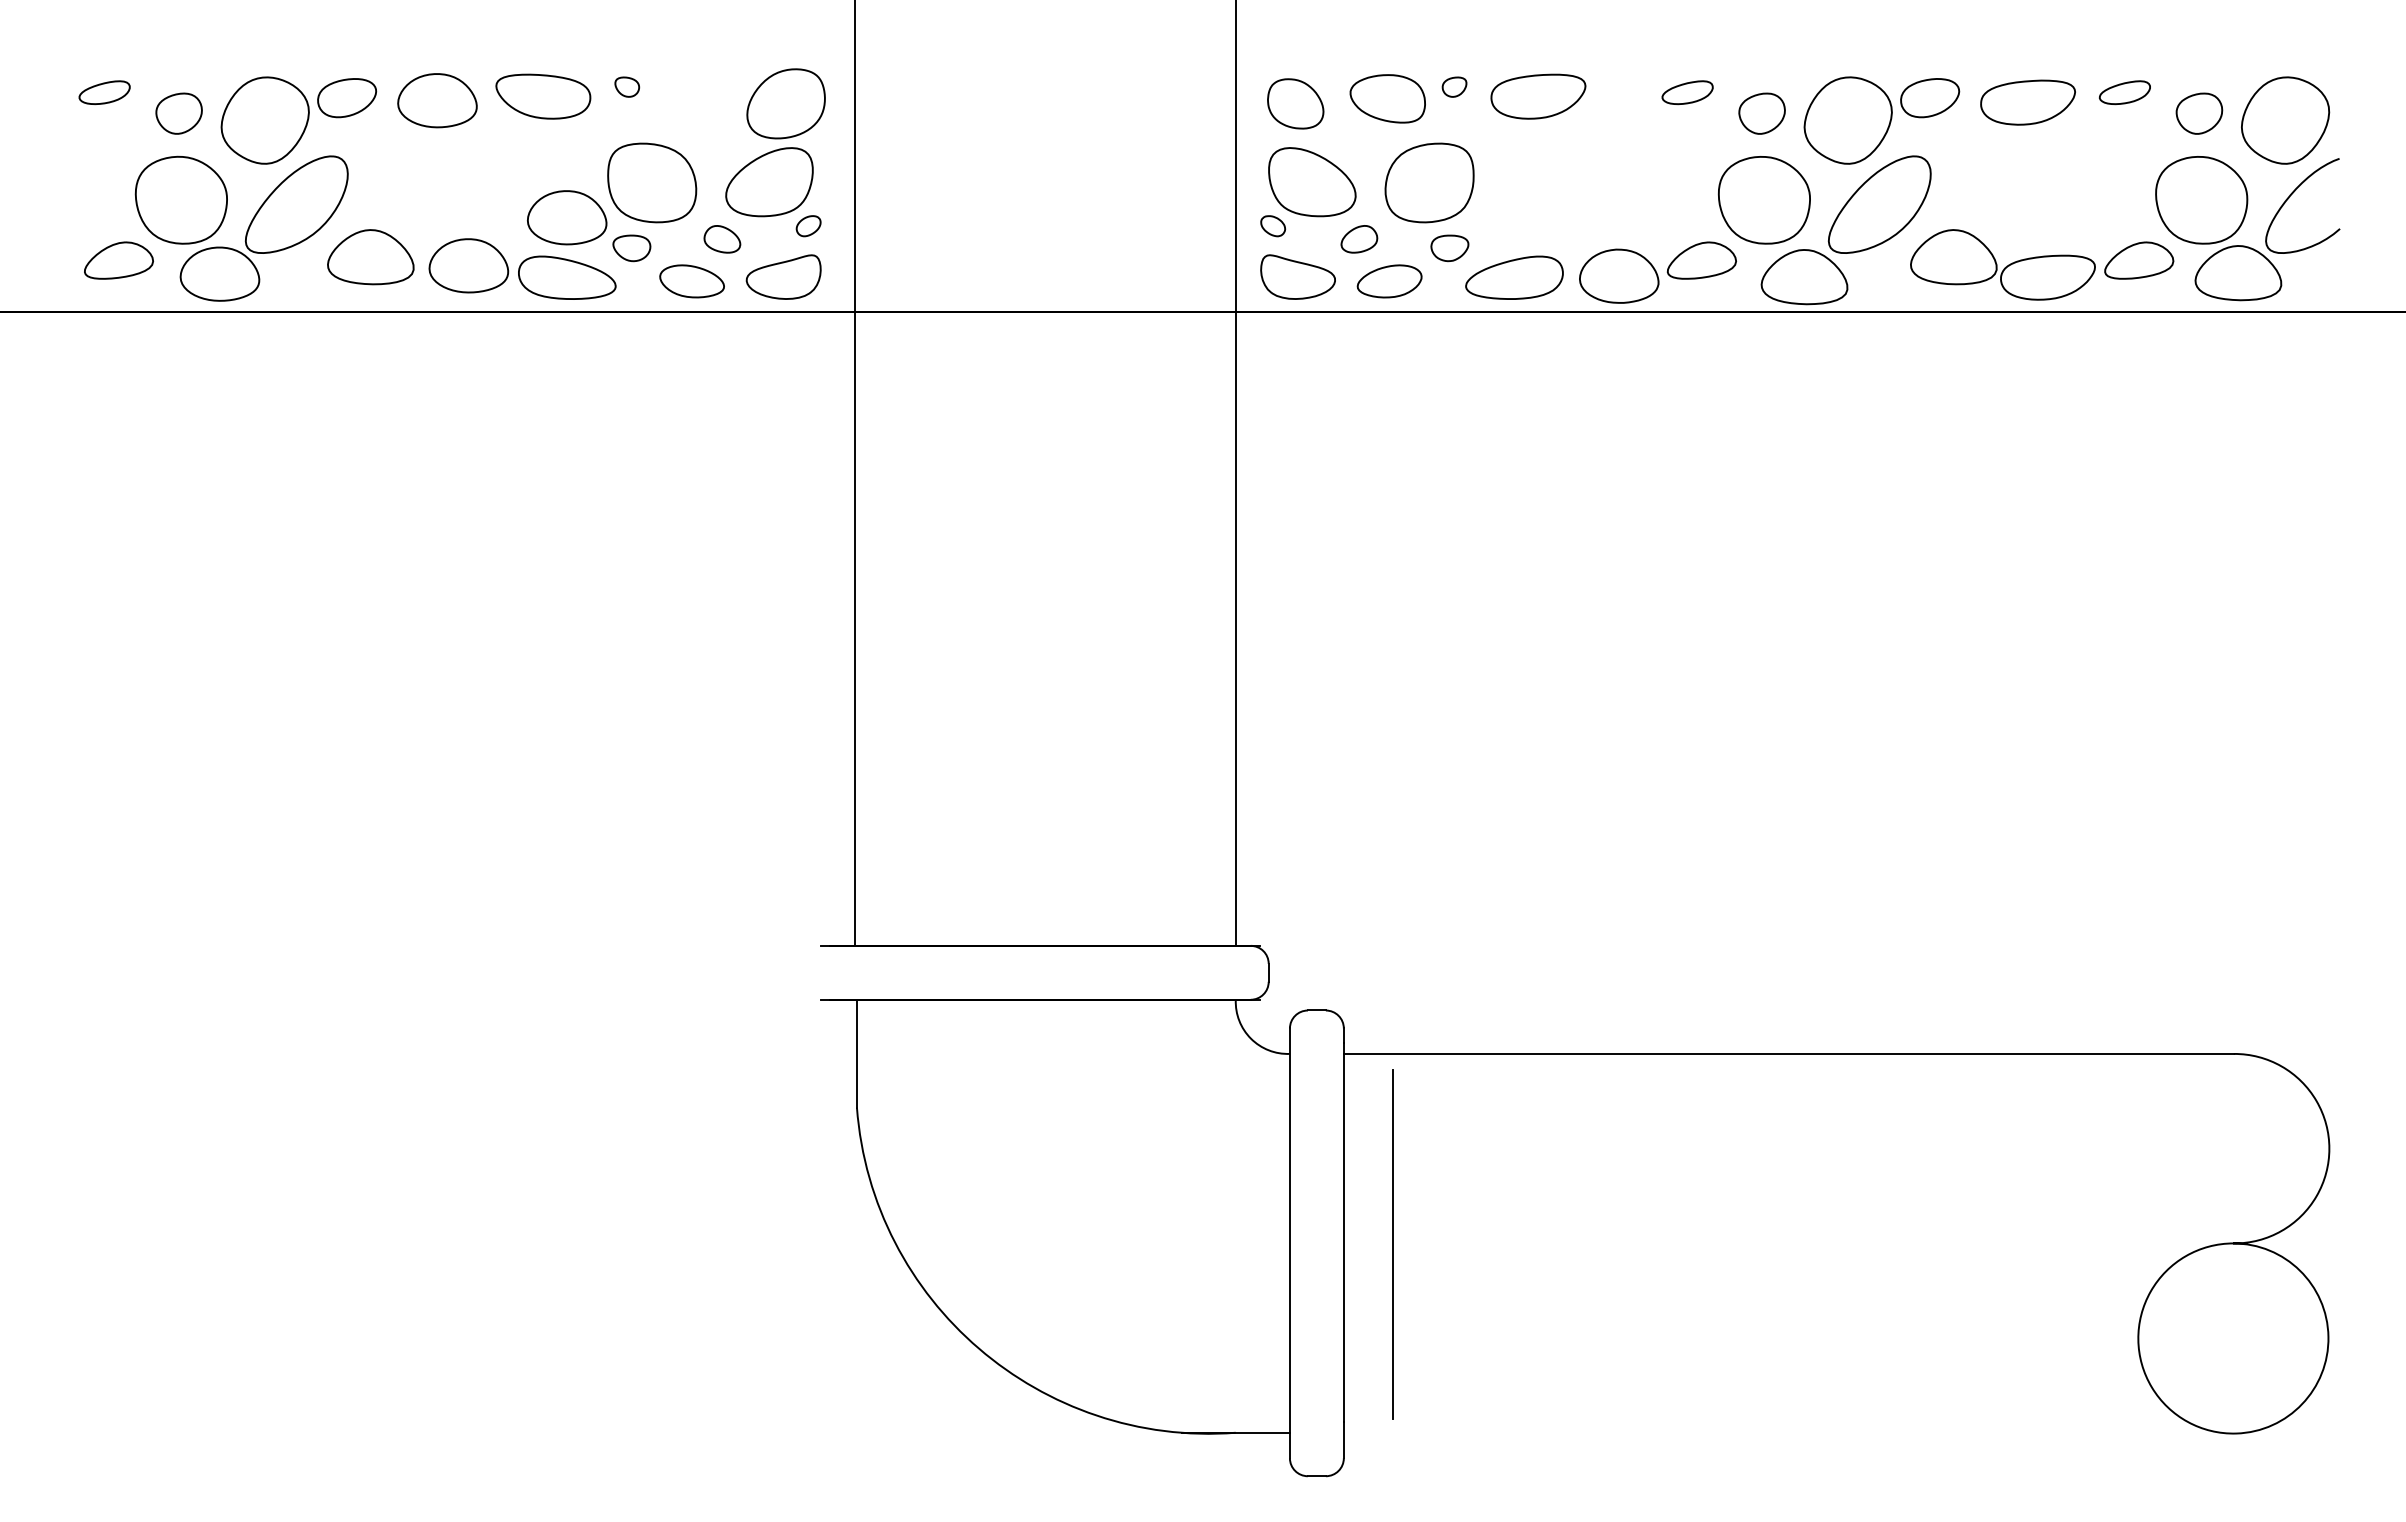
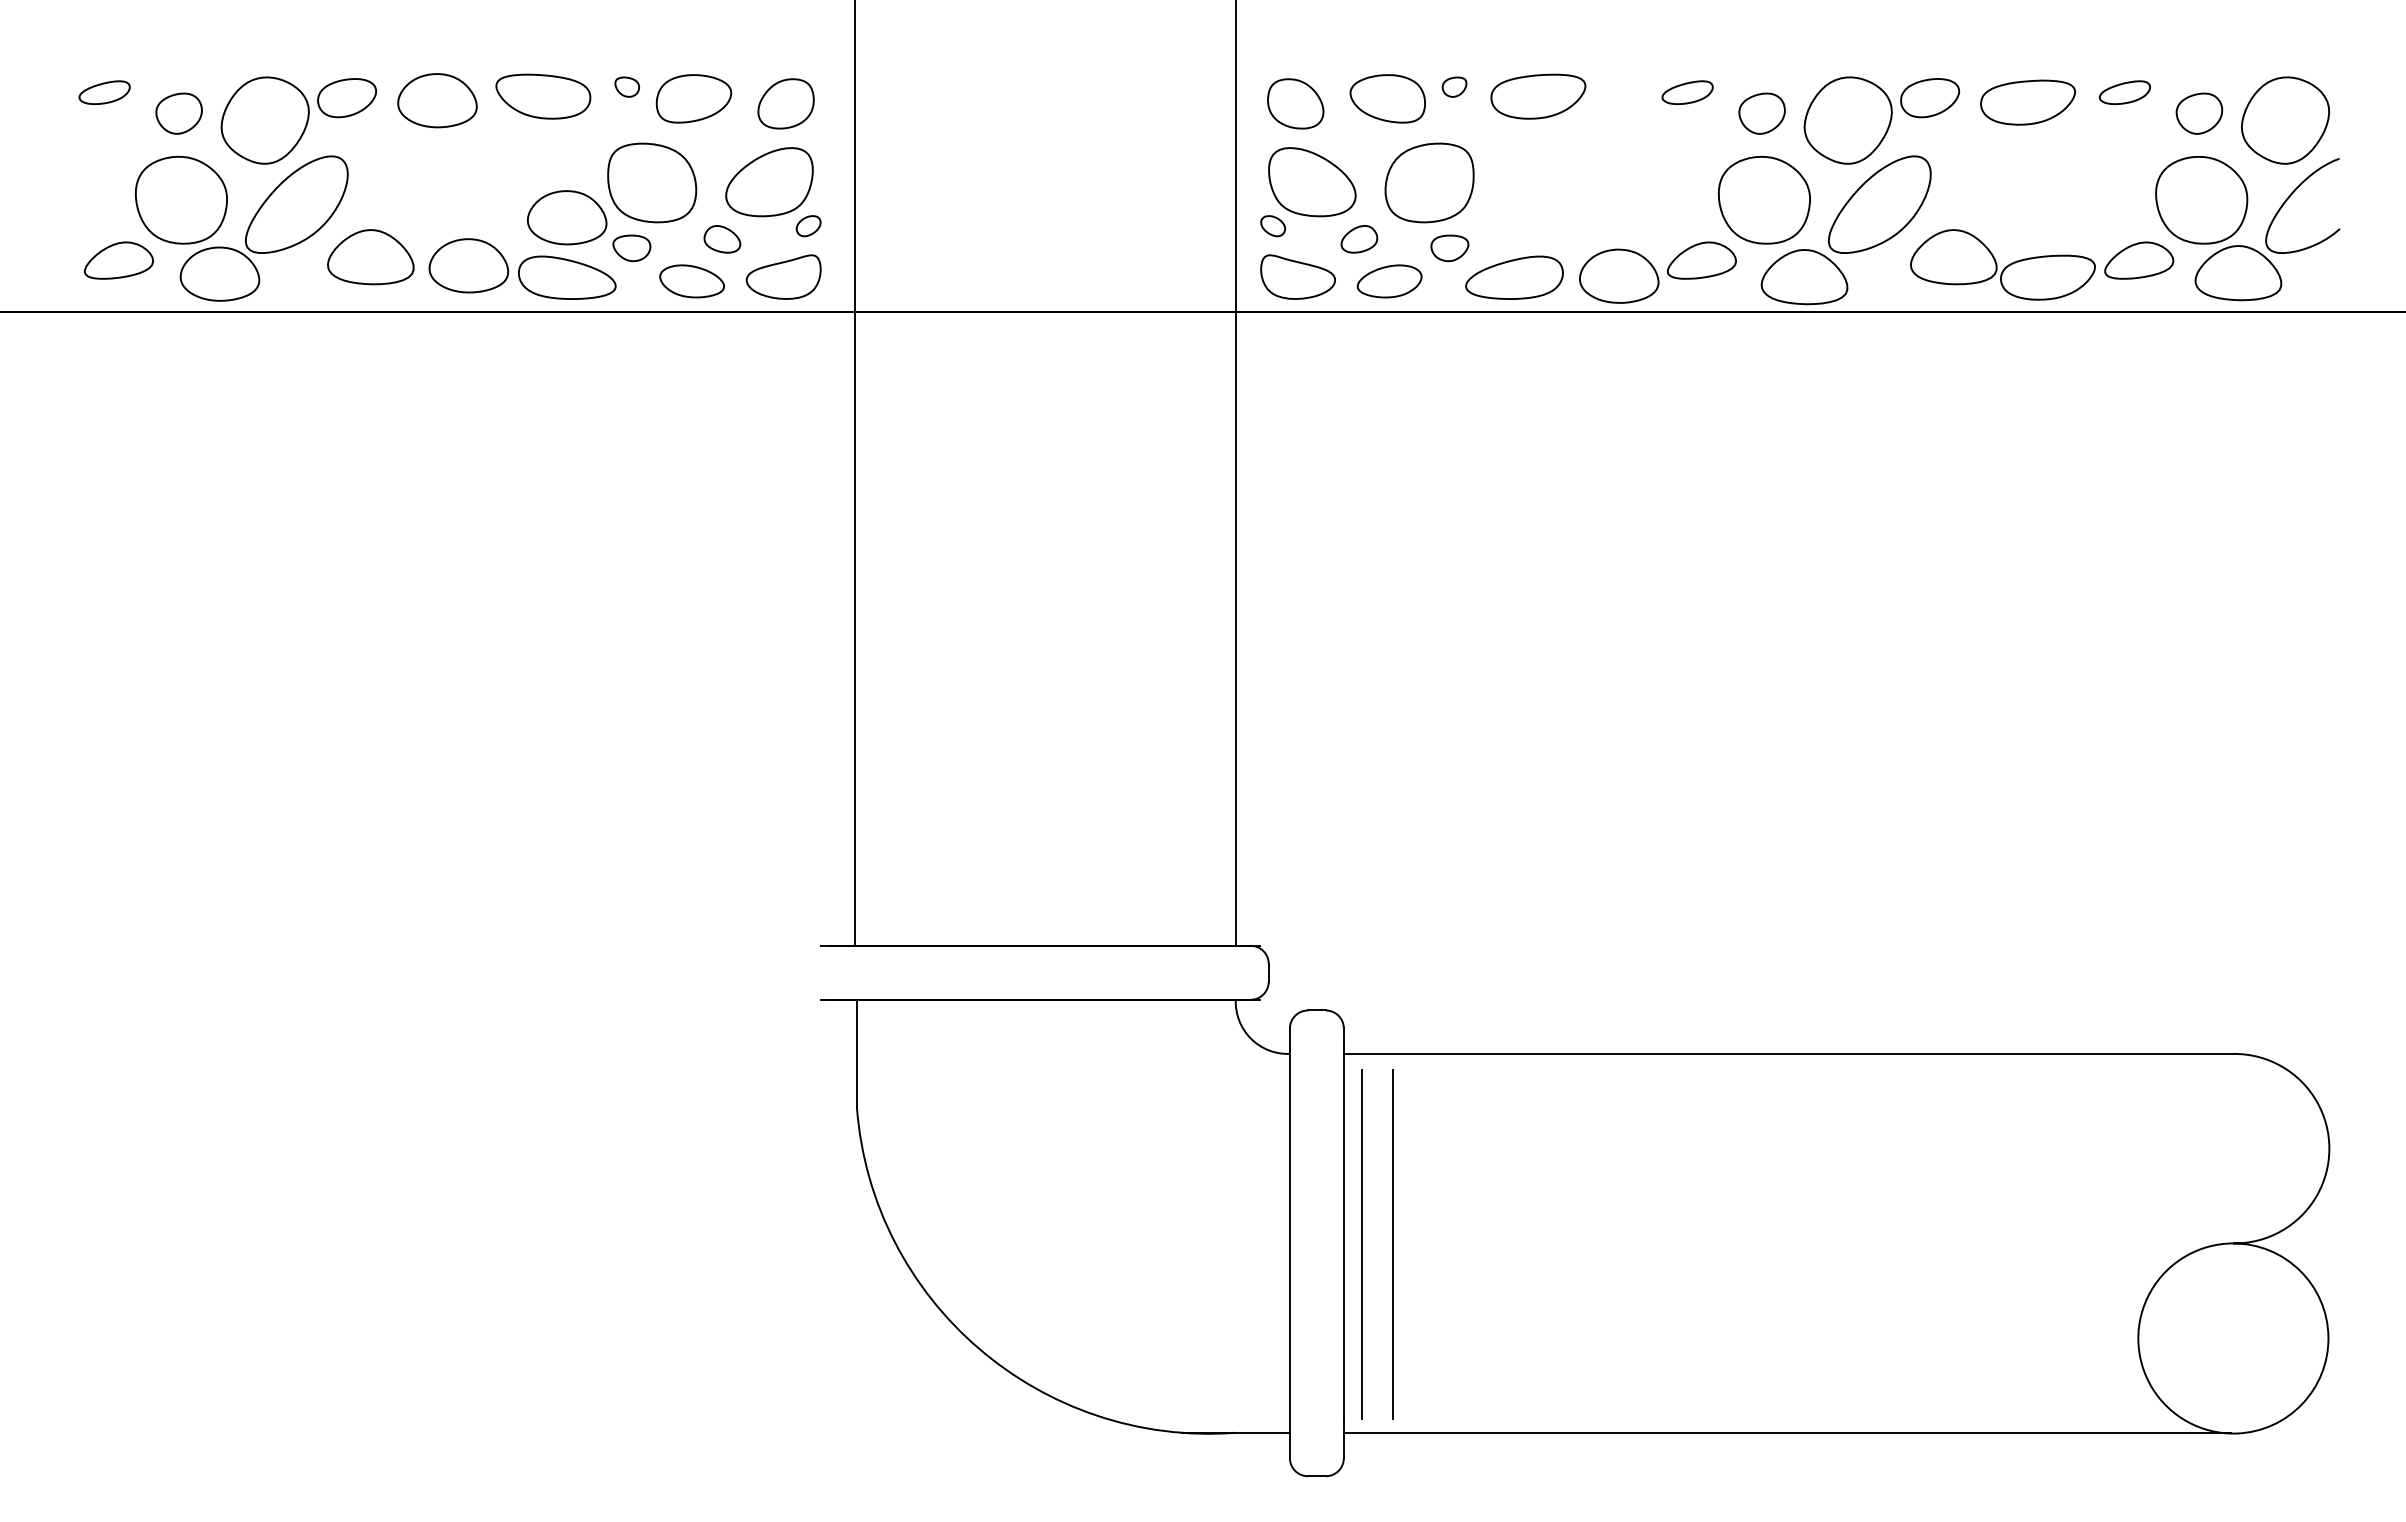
part at (693, 98): none -> present
part at (785, 103) size: 80x72 px -> 58x52 px
line at (1361, 1244): none -> present
line at (1787, 1432): none -> present
